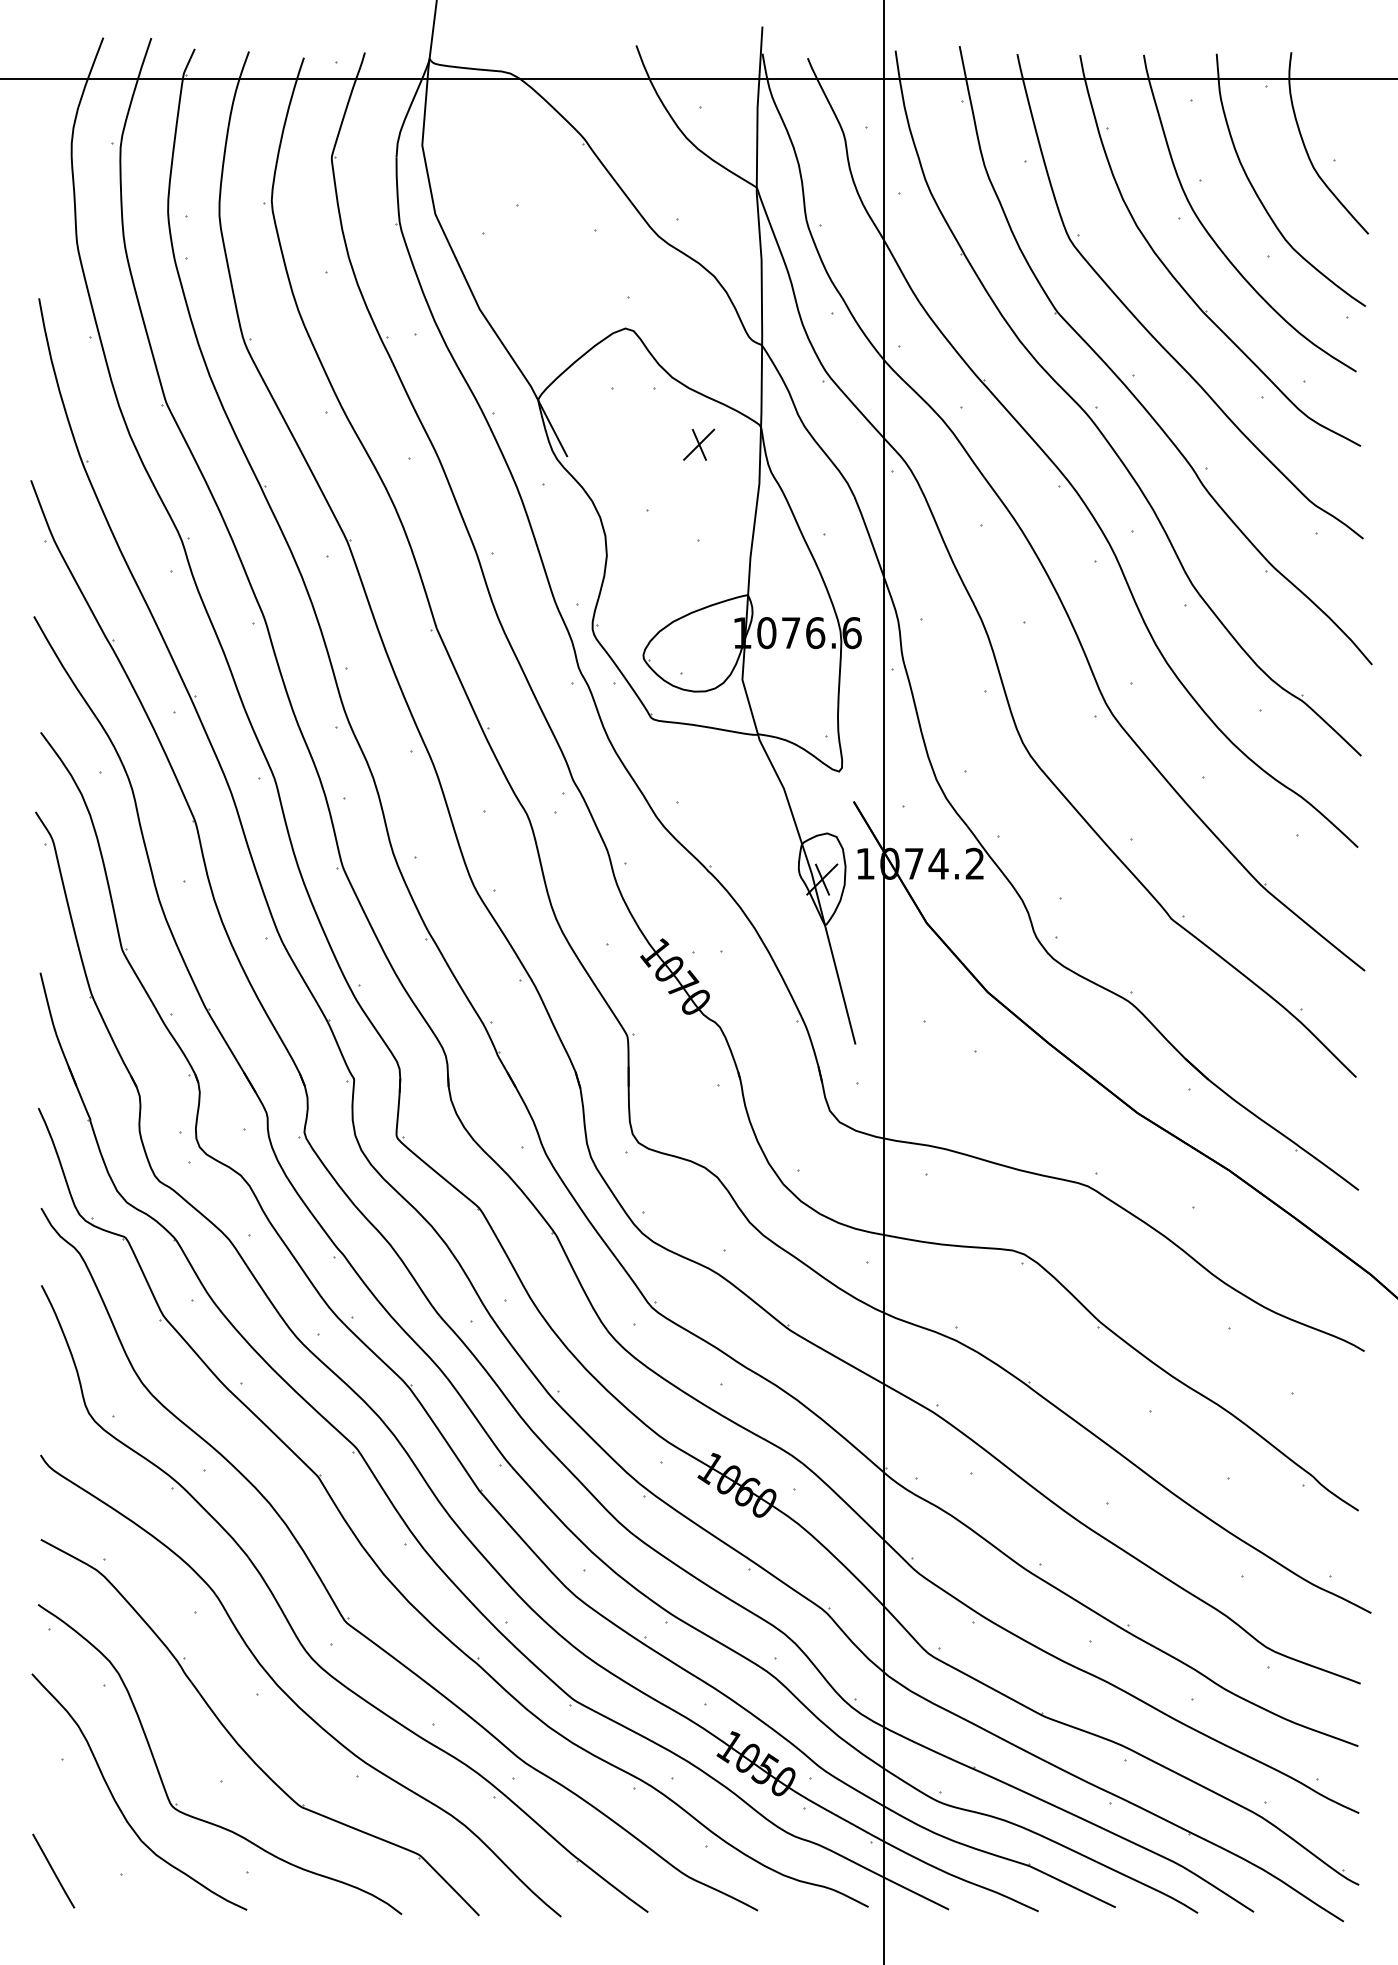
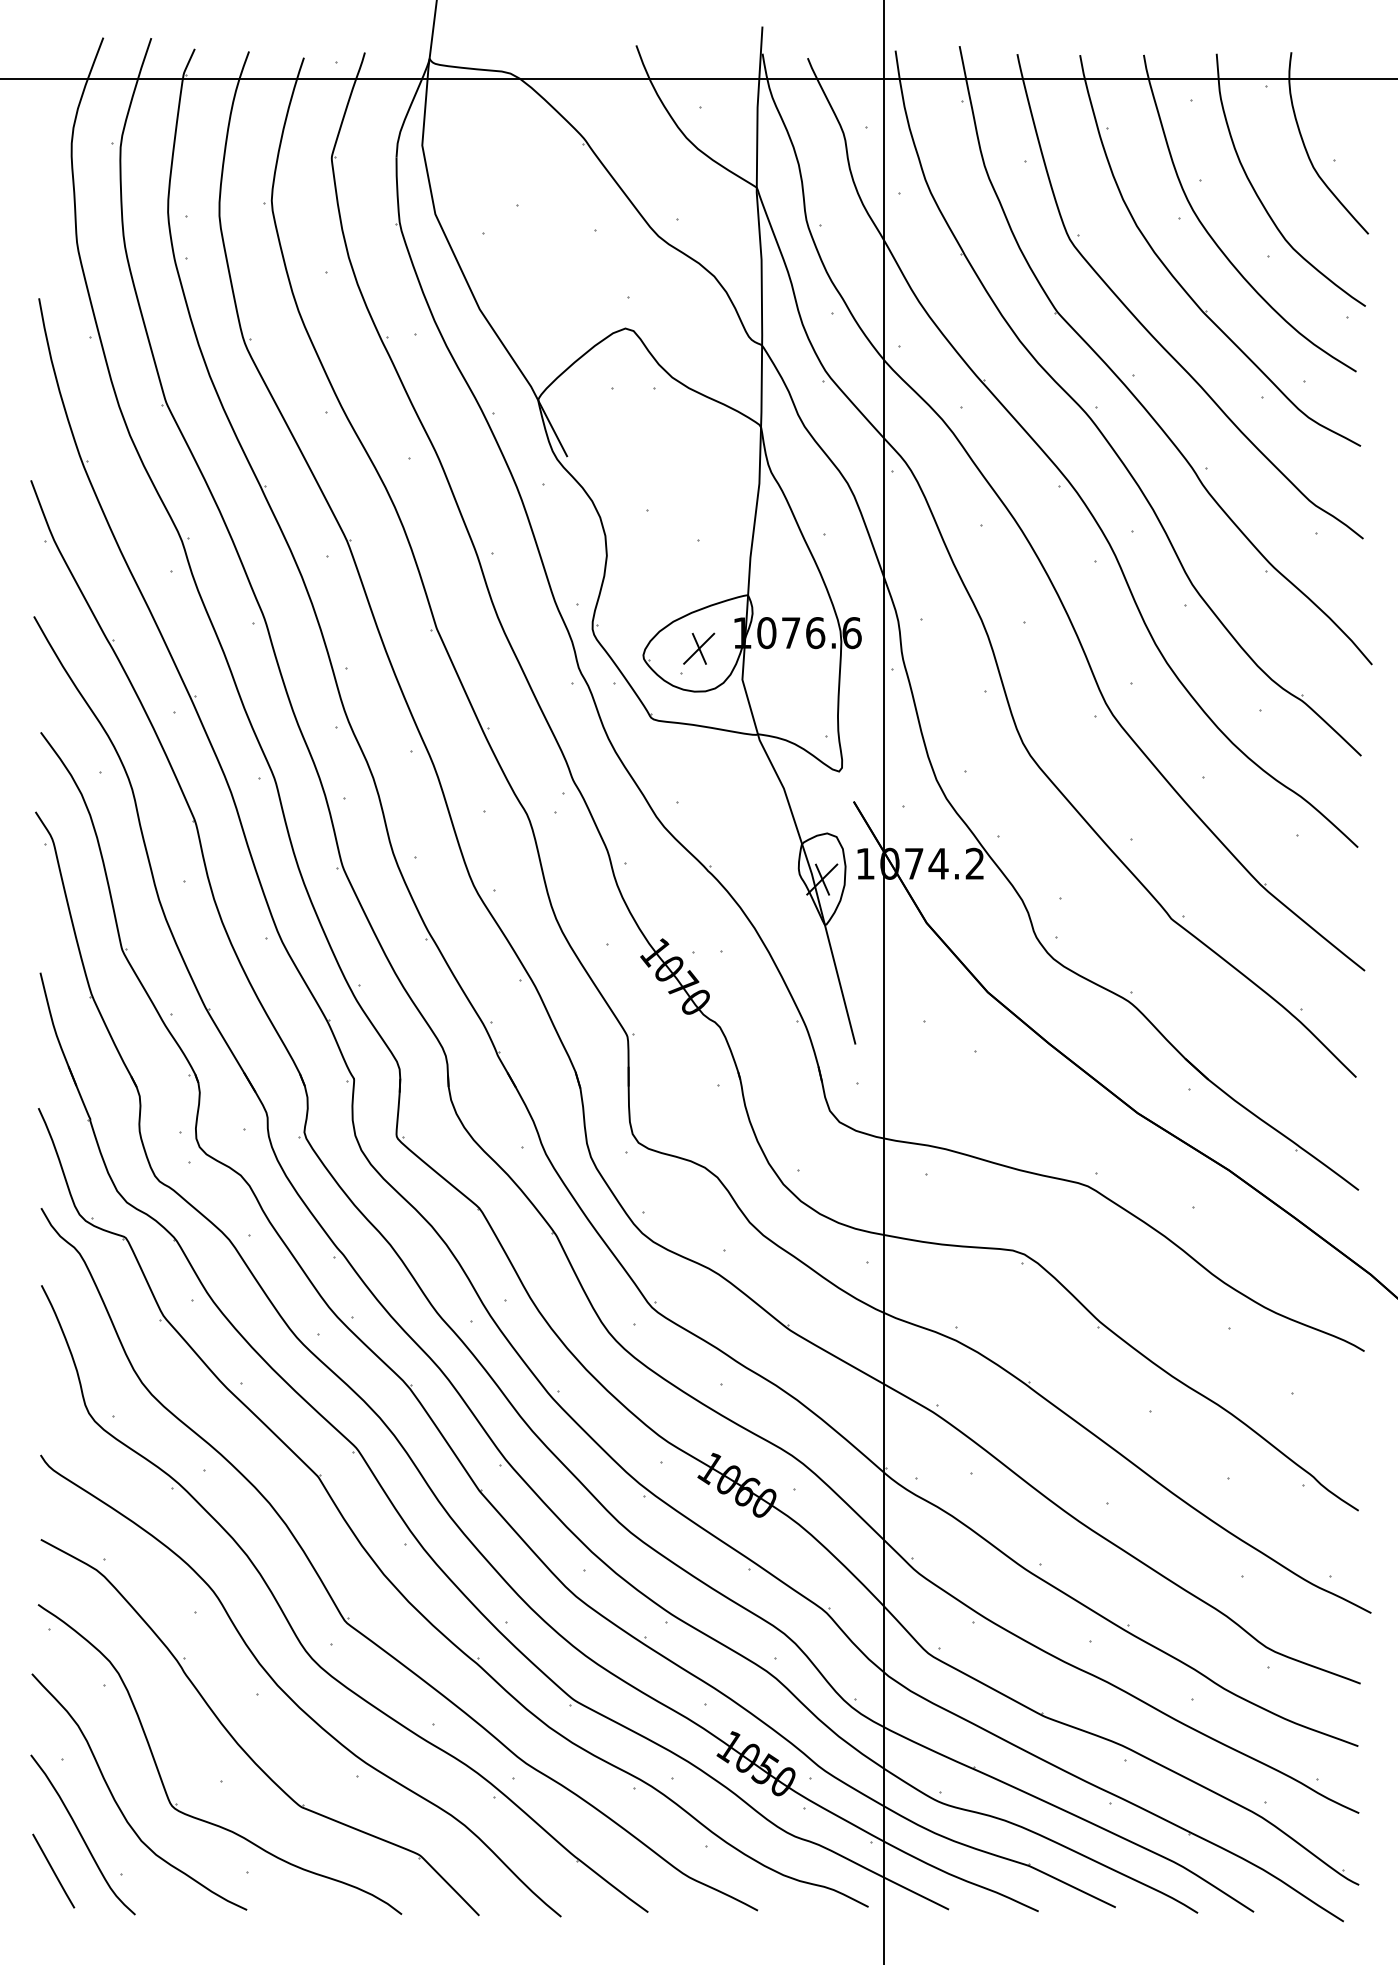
part at (699, 444) position: (699, 444) -> (699, 648)
curve at (81, 1834): none -> present
